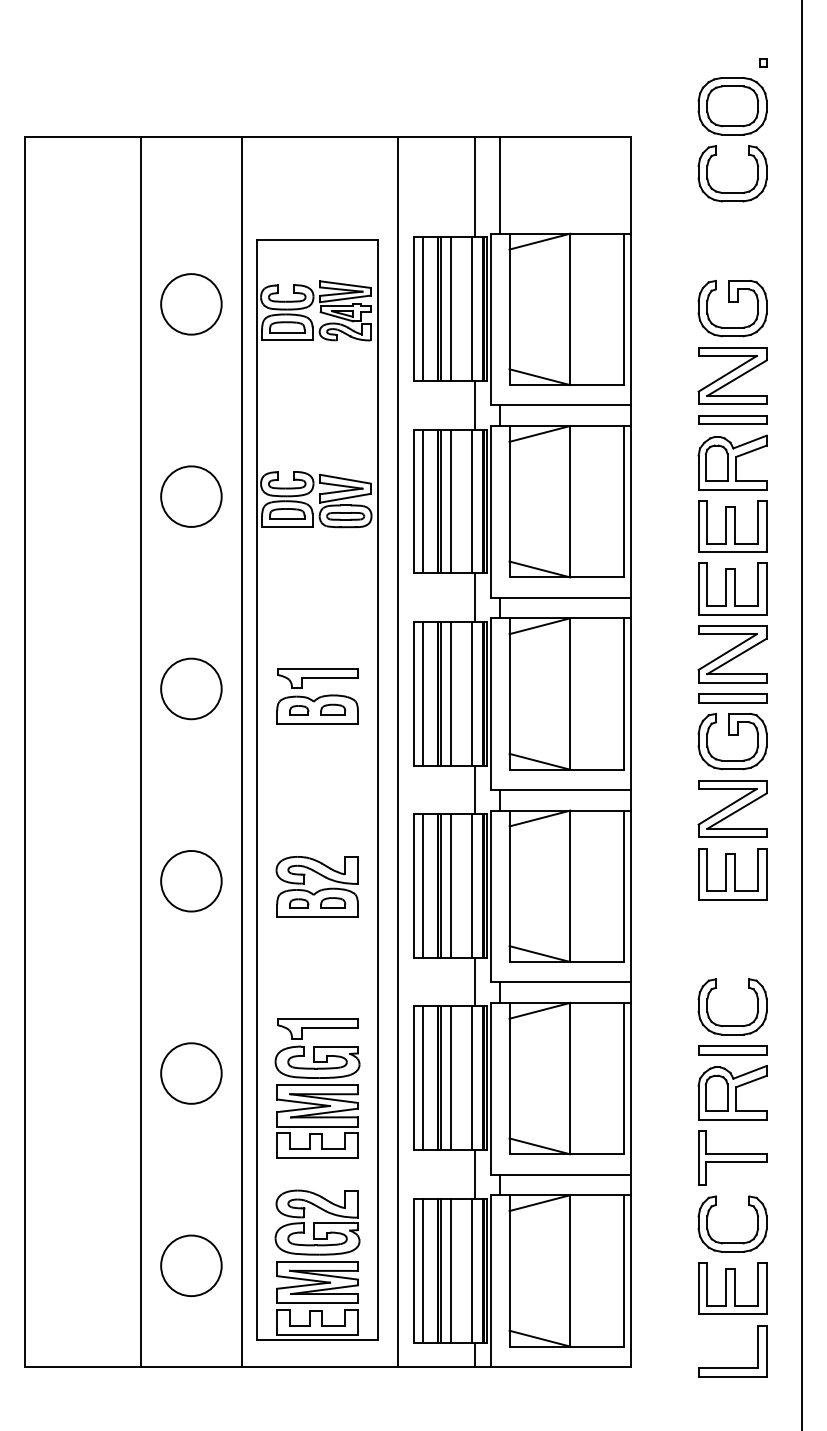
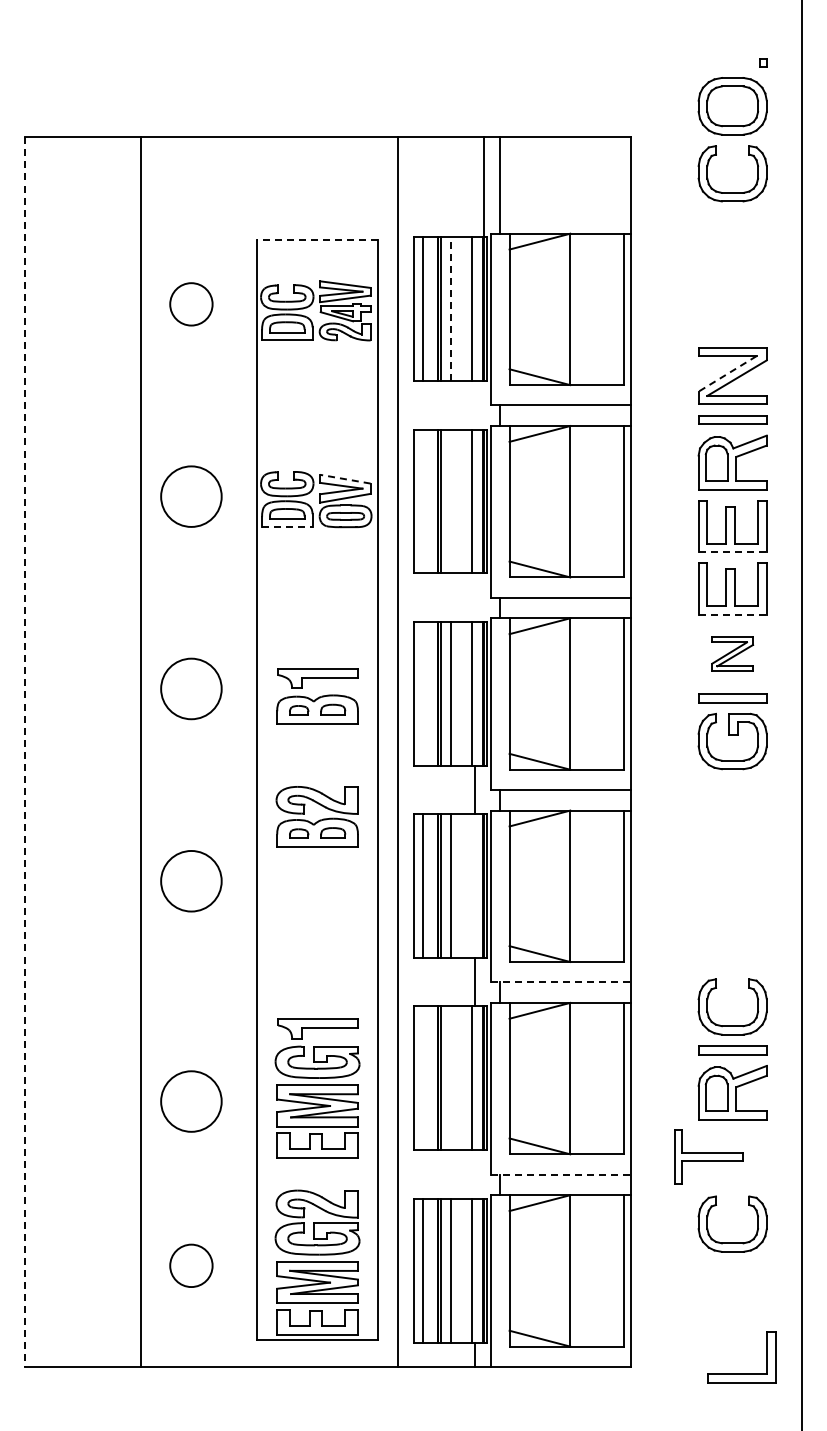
line at (474, 187) position: (474, 187) -> (483, 187)
line at (317, 239): solid -> dashed
circle at (191, 304) diameter: 61 px -> 42 px
part at (732, 308): present -> none
line at (450, 309): solid -> dashed
line at (727, 373): solid -> dashed
line at (474, 405): present -> none
line at (345, 479): solid -> dashed
line at (423, 501): present -> none
line at (450, 501): present -> none
line at (287, 527): solid -> dashed
line at (733, 552): solid -> dashed
line at (474, 597): present -> none
line at (733, 614): solid -> dashed
part at (732, 654) size: 71x59 px -> 44x36 px
line at (423, 693): present -> none
line at (241, 751): present -> none
line at (24, 752): solid -> dashed
part at (732, 808): present -> none
part at (732, 874): present -> none
line at (471, 885): present -> none
part at (316, 886) position: (316, 886) -> (316, 816)
line at (560, 982): solid -> dashed
circle at (191, 1073) position: (191, 1073) -> (191, 1101)
line at (423, 1078): present -> none
line at (450, 1078): present -> none
part at (732, 1157) position: (732, 1157) -> (708, 1156)
line at (474, 1174): present -> none
line at (560, 1174): solid -> dashed
circle at (191, 1265) diameter: 61 px -> 42 px
part at (732, 1288): present -> none
part at (732, 1367) position: (732, 1367) -> (741, 1373)
